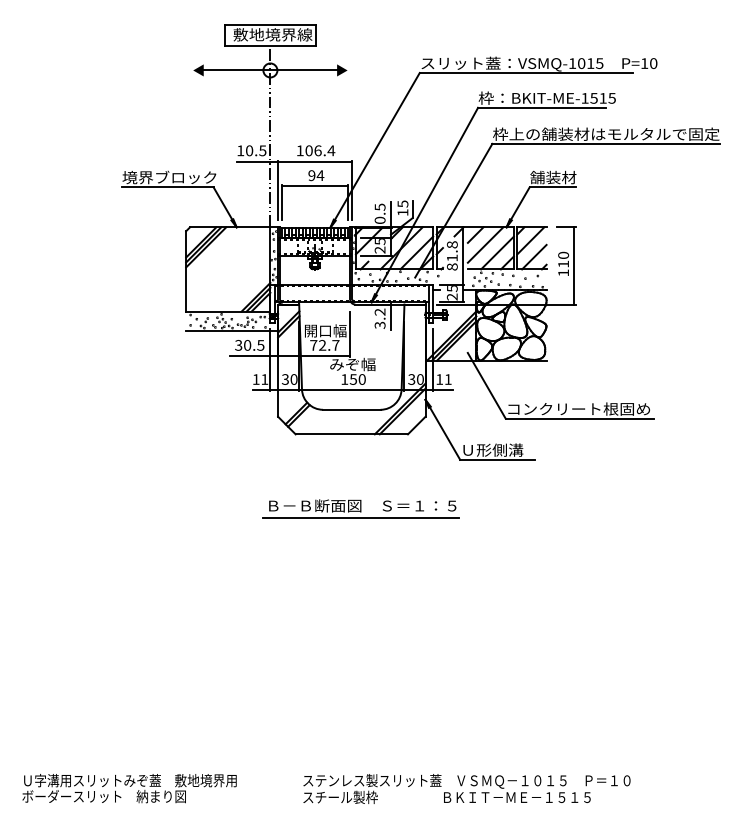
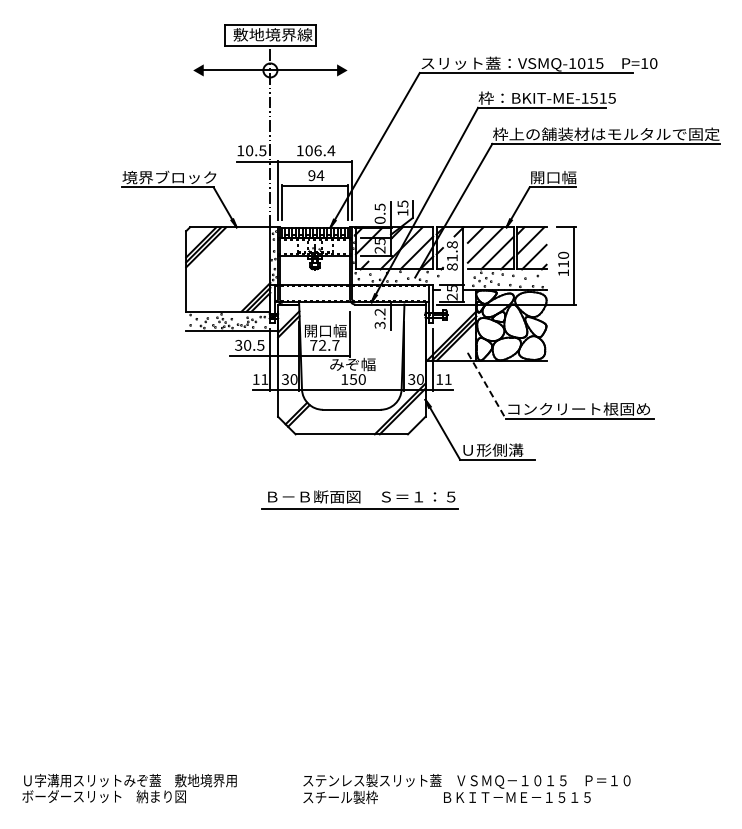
text at (553, 177): 舗装材 -> 開口幅
line at (486, 385): solid -> dashed
part at (360, 508) position: (360, 508) -> (359, 499)
